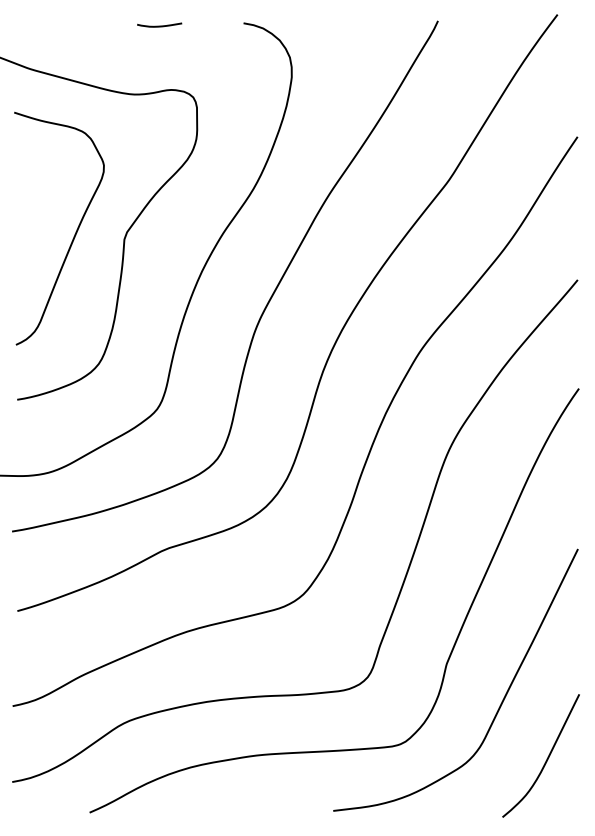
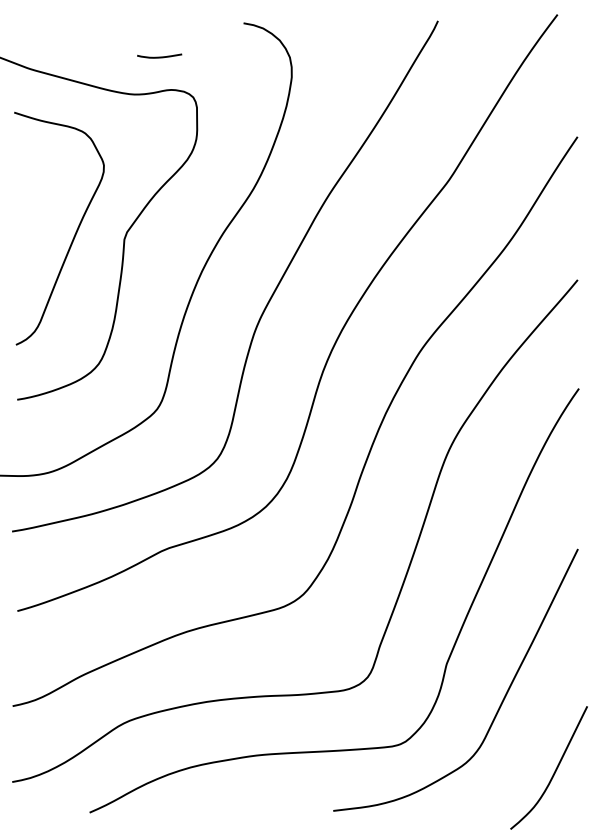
curve at (159, 25) position: (159, 25) -> (159, 56)
curve at (546, 758) position: (546, 758) -> (554, 770)
